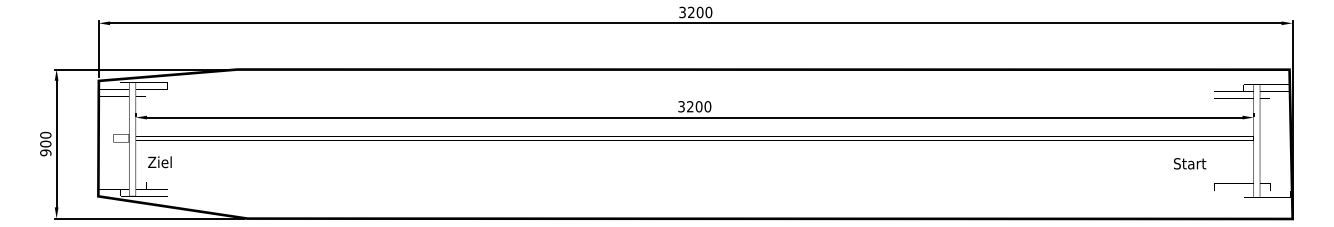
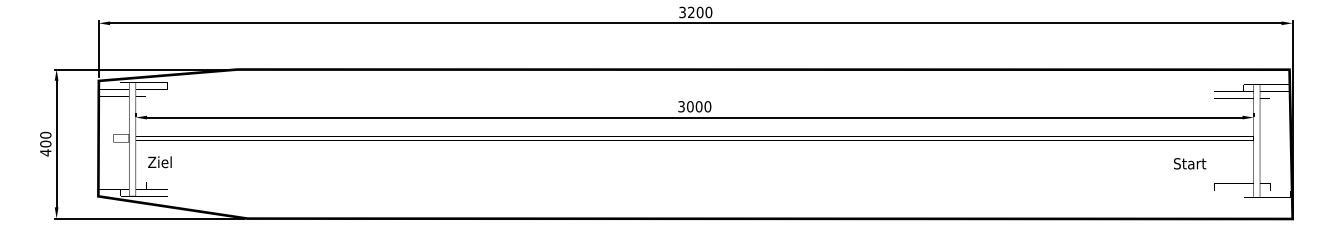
text at (690, 106): 3200 -> 3000
text at (45, 152): 900 -> 400
